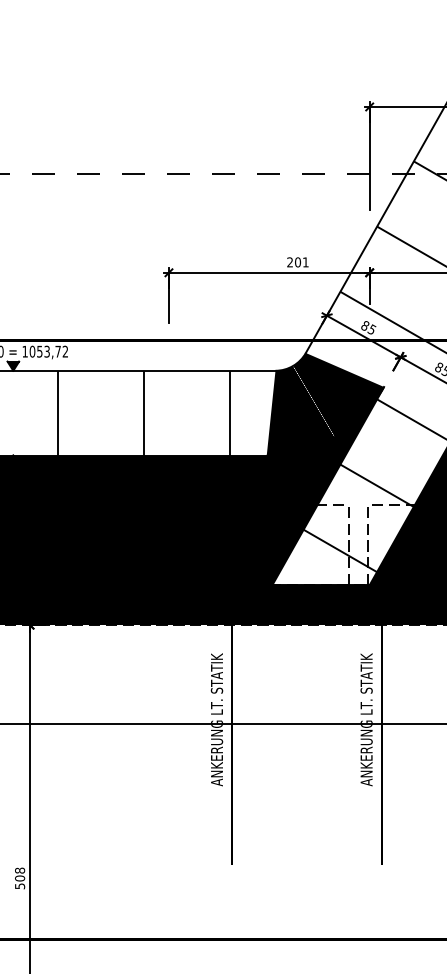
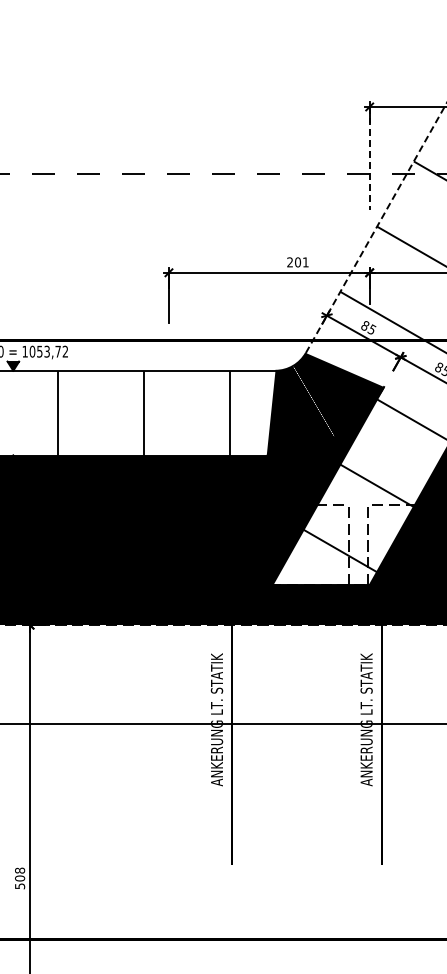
line at (369, 158): solid -> dashed
line at (376, 227): solid -> dashed
